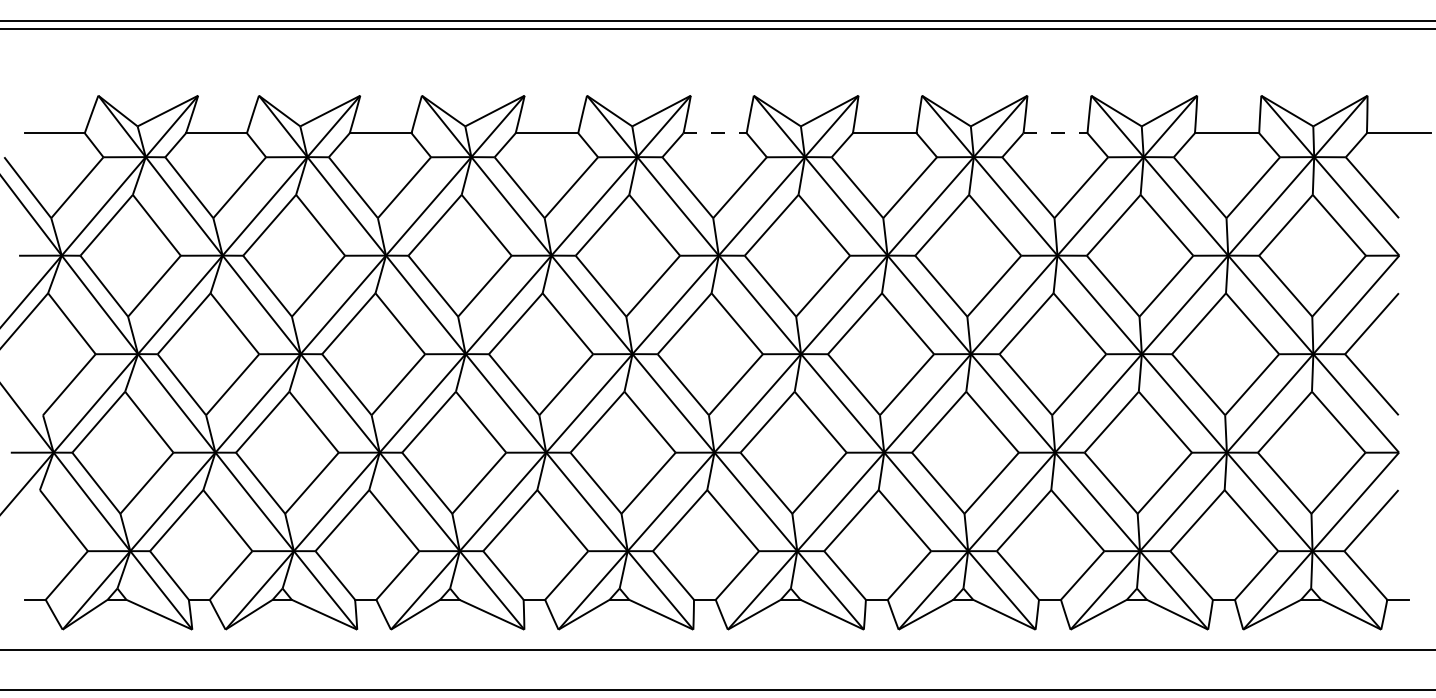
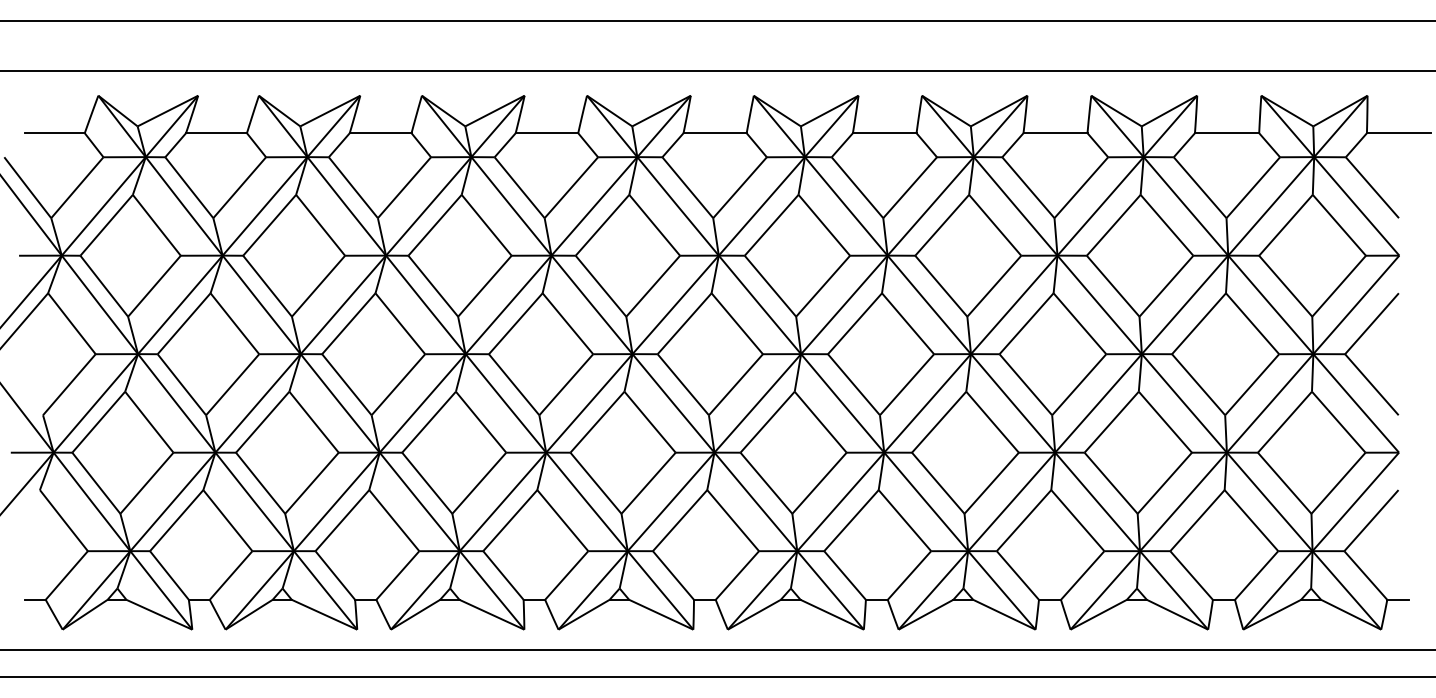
line at (717, 28) position: (717, 28) -> (717, 70)
line at (715, 133): dashed -> solid
line at (1056, 133): dashed -> solid
line at (717, 690) position: (717, 690) -> (717, 677)
